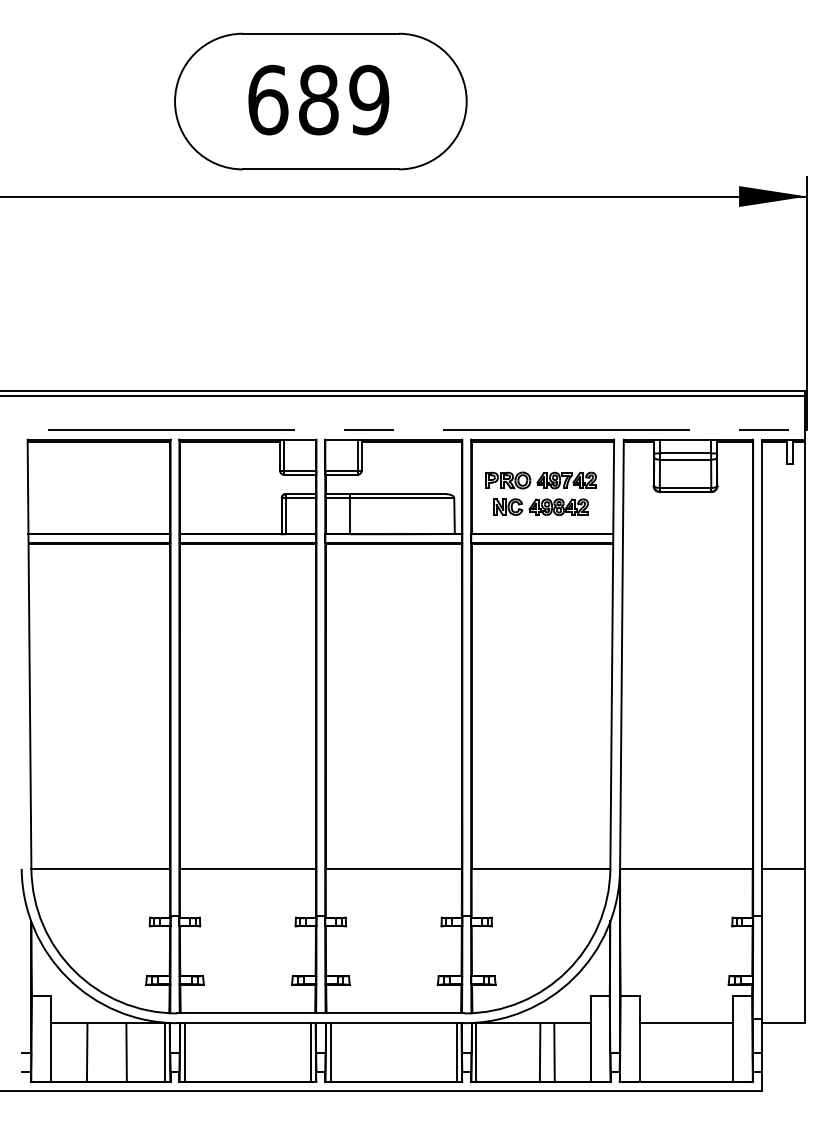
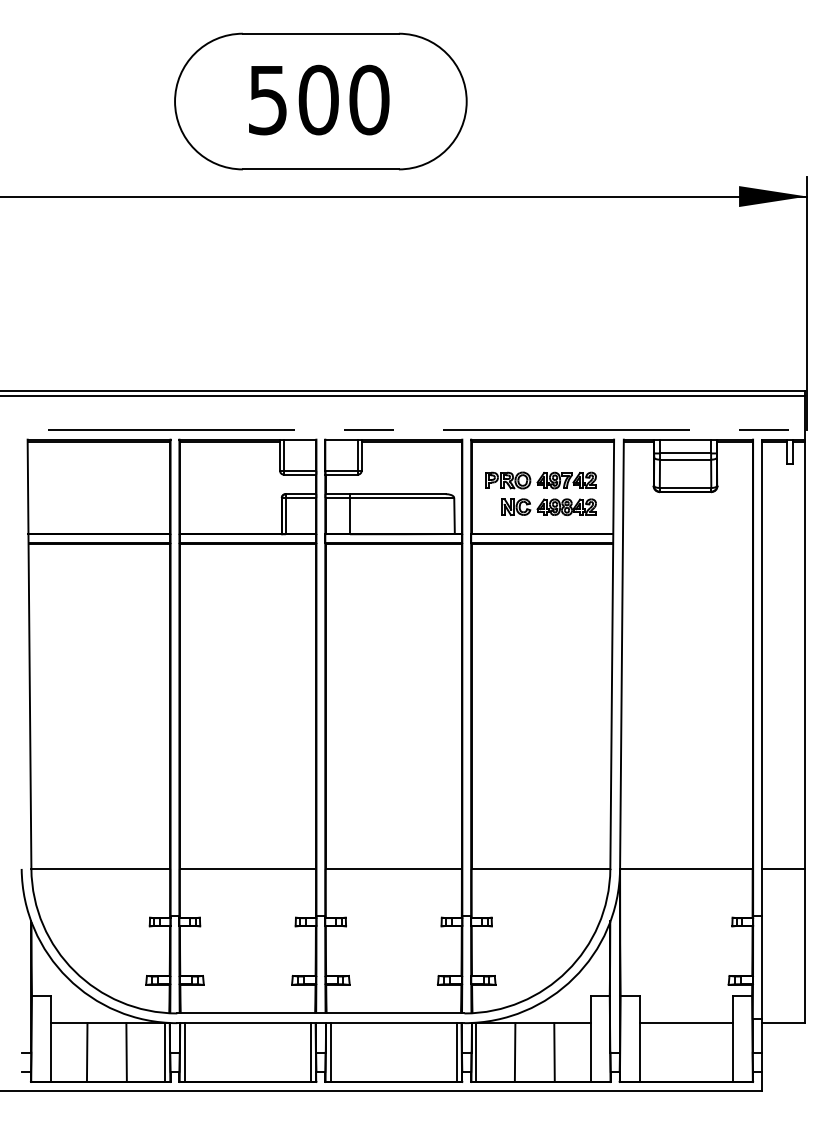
text at (318, 99): 689 -> 500
part at (540, 507) position: (540, 507) -> (548, 507)
line at (539, 1052) position: (539, 1052) -> (514, 1052)
